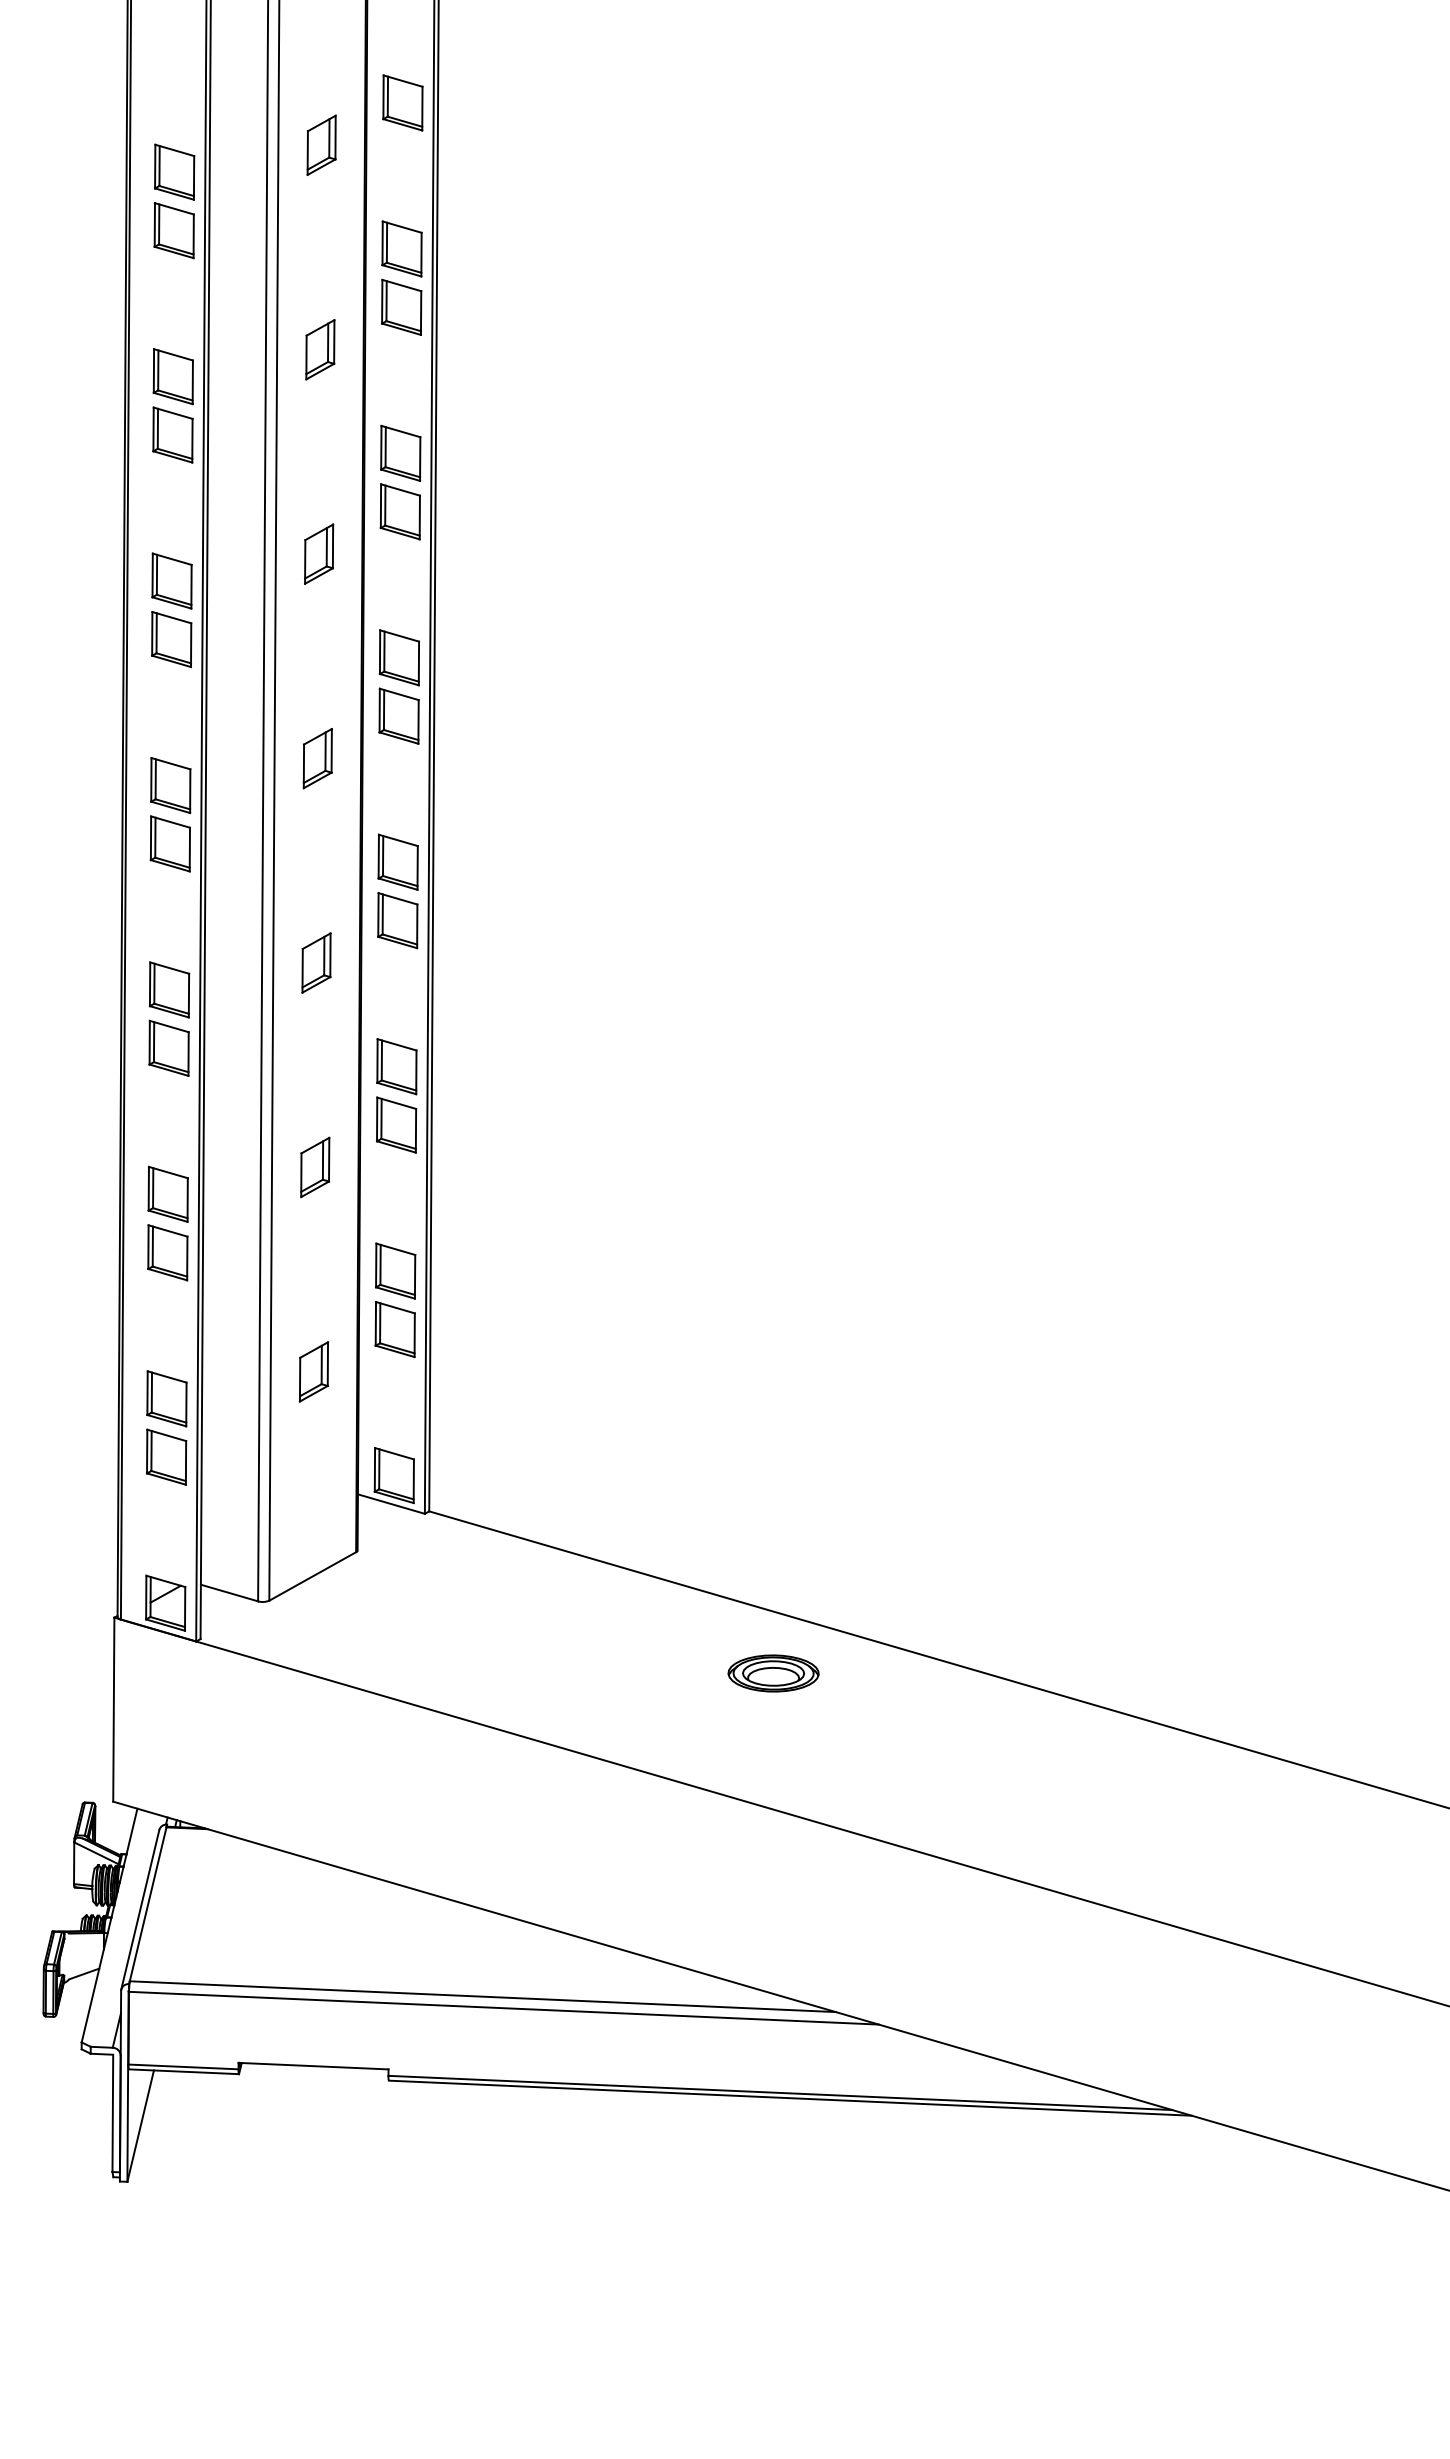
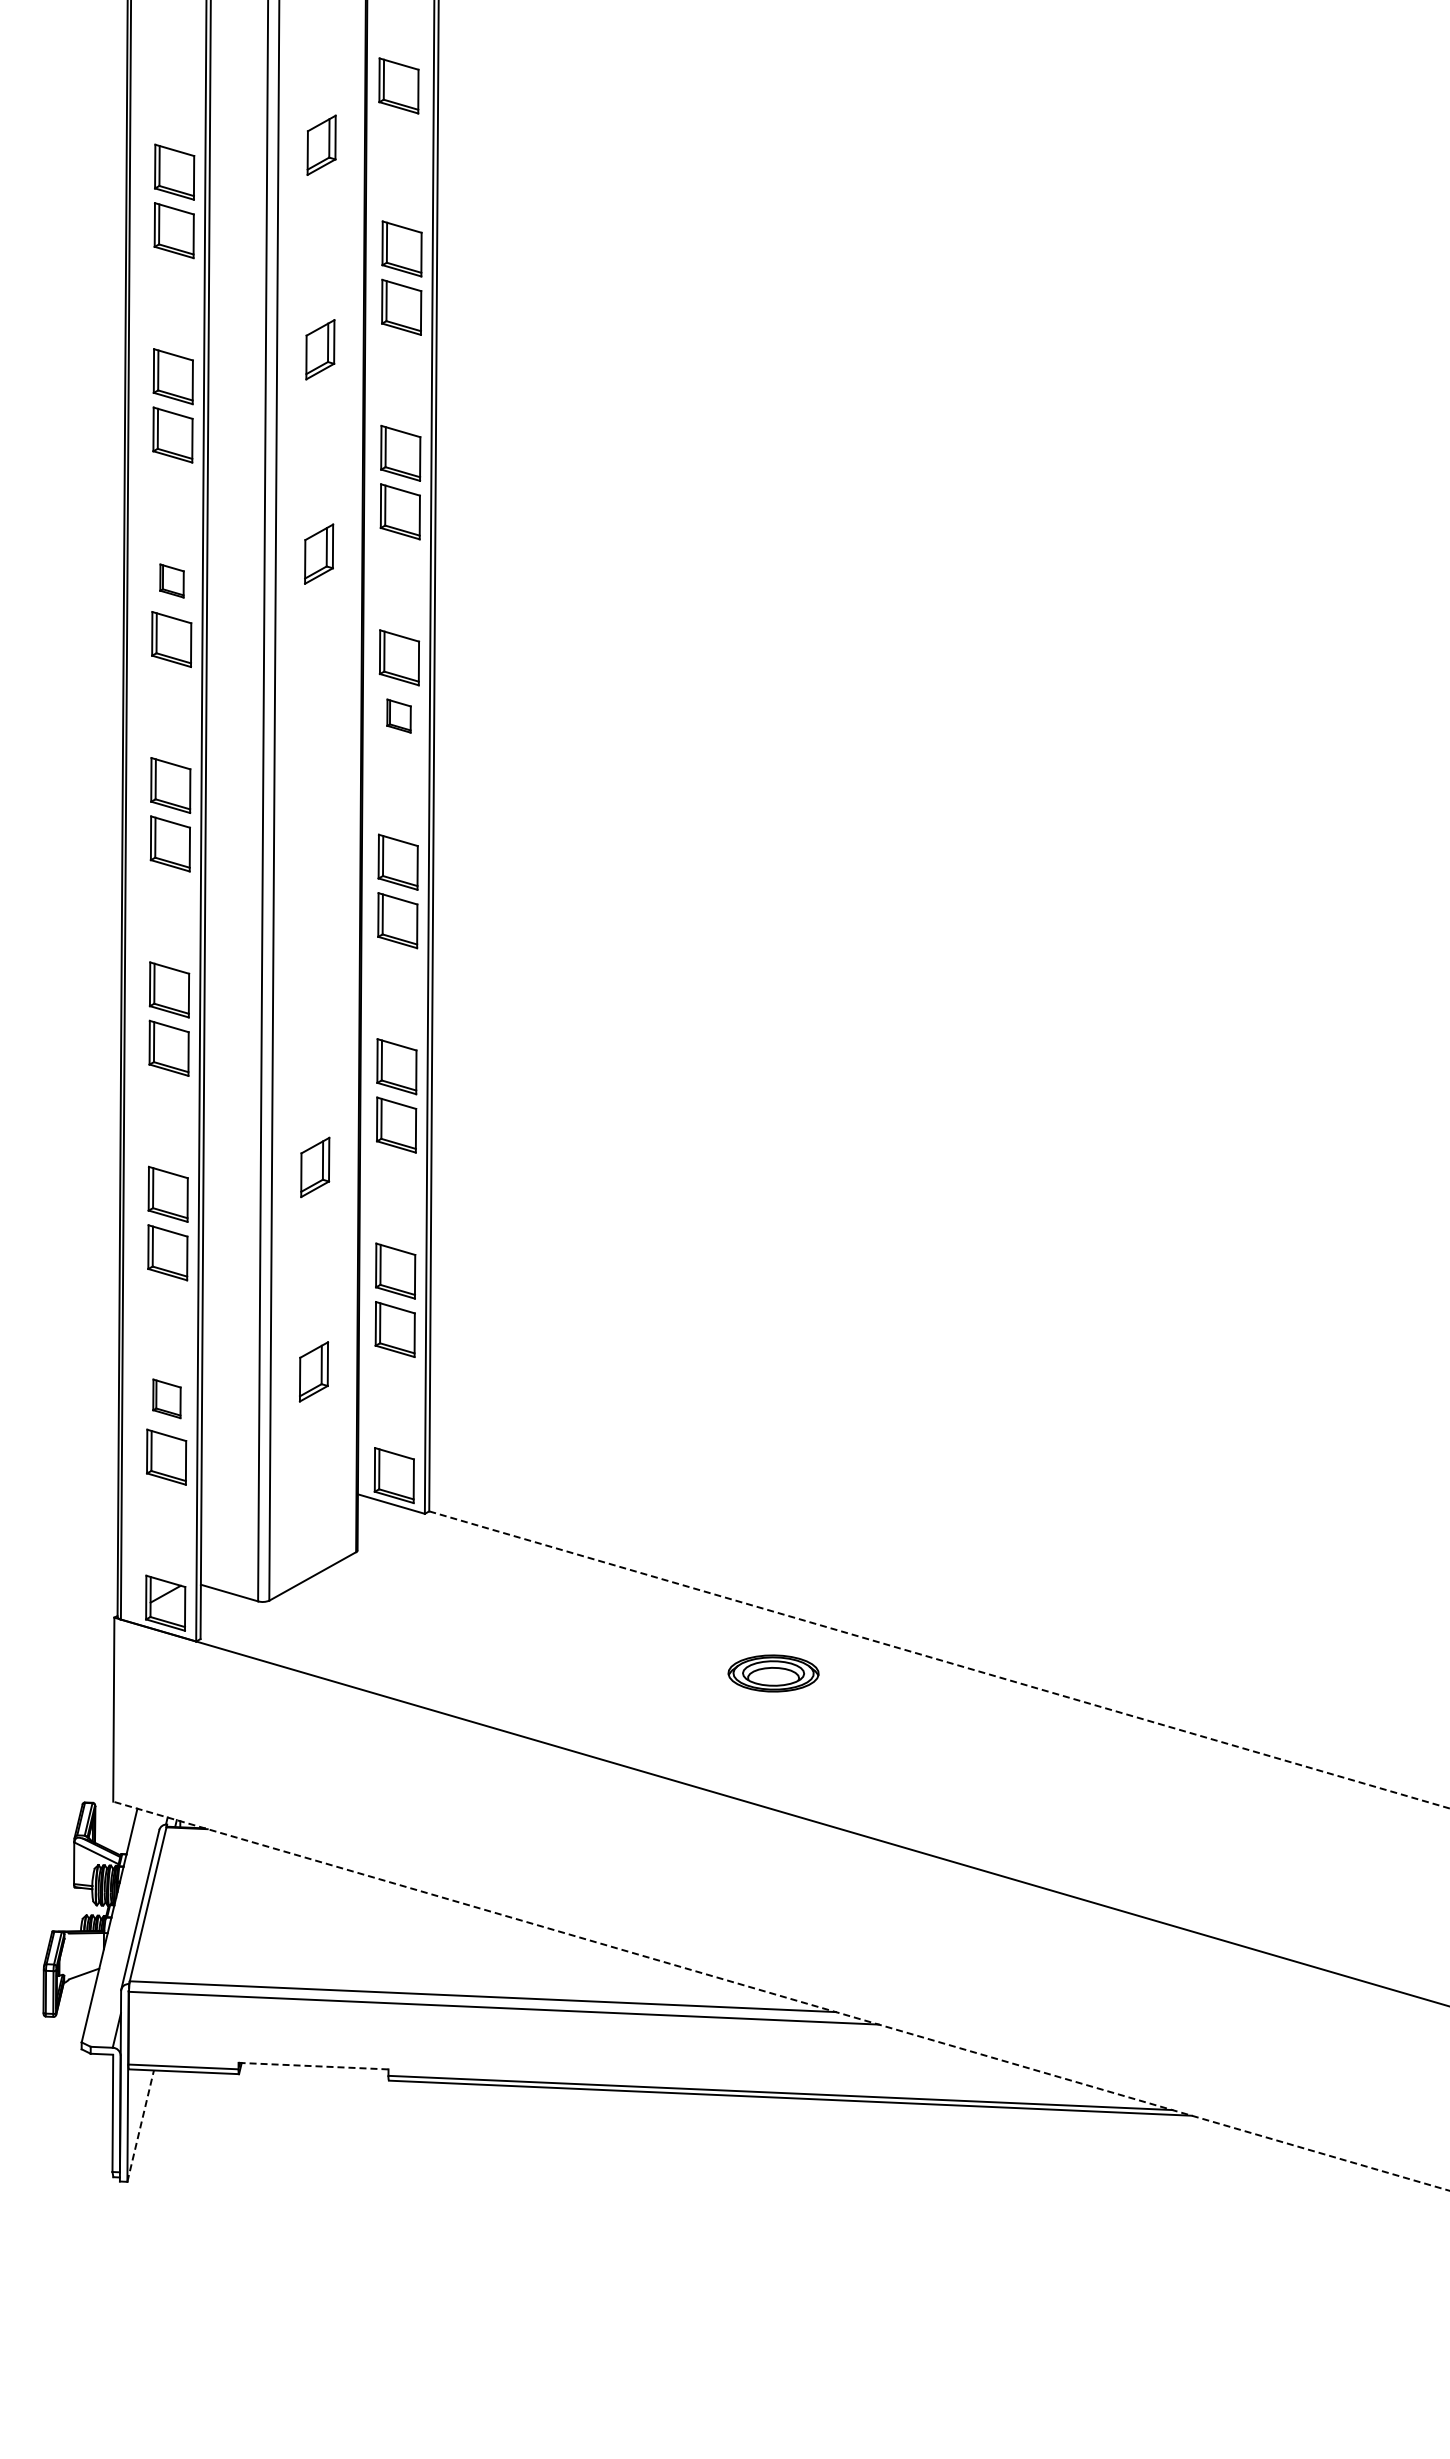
part at (402, 102) position: (402, 102) -> (398, 85)
part at (171, 580) size: 42x58 px -> 26x36 px
part at (398, 715) size: 42x58 px -> 26x36 px
part at (317, 758): present -> none
part at (316, 962): present -> none
part at (166, 1398) size: 42x58 px -> 30x42 px
line at (939, 1660): solid -> dashed
line at (781, 1996): solid -> dashed
line at (314, 2066): solid -> dashed
line at (140, 2125): solid -> dashed
